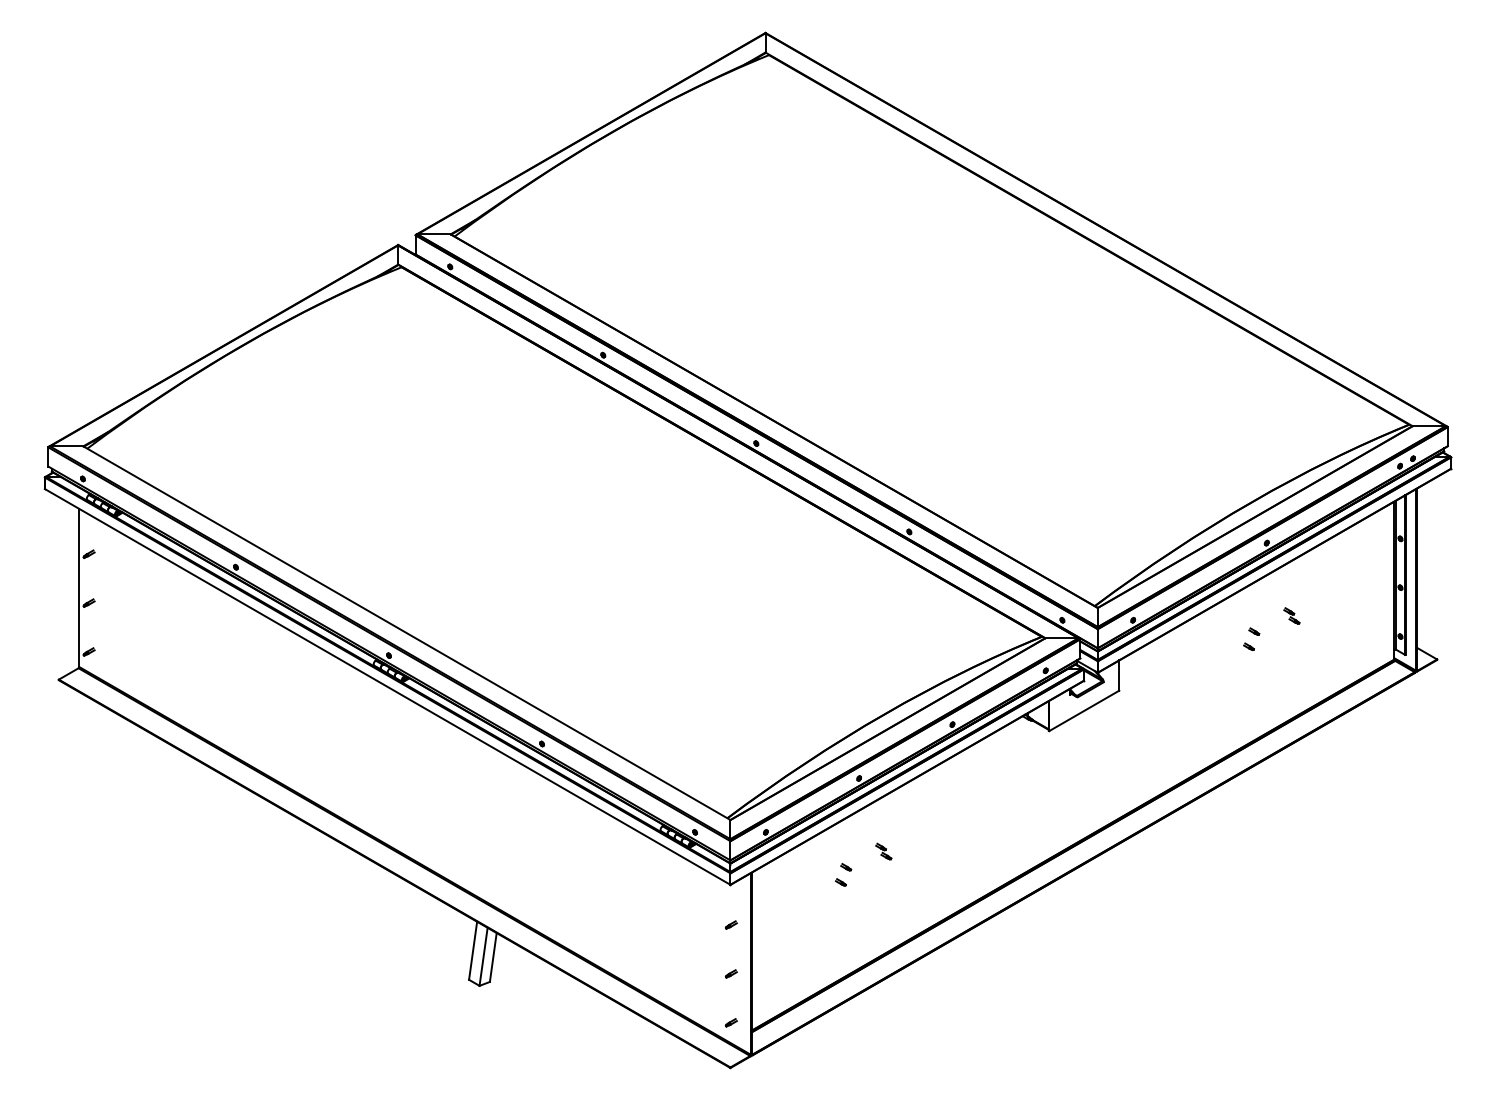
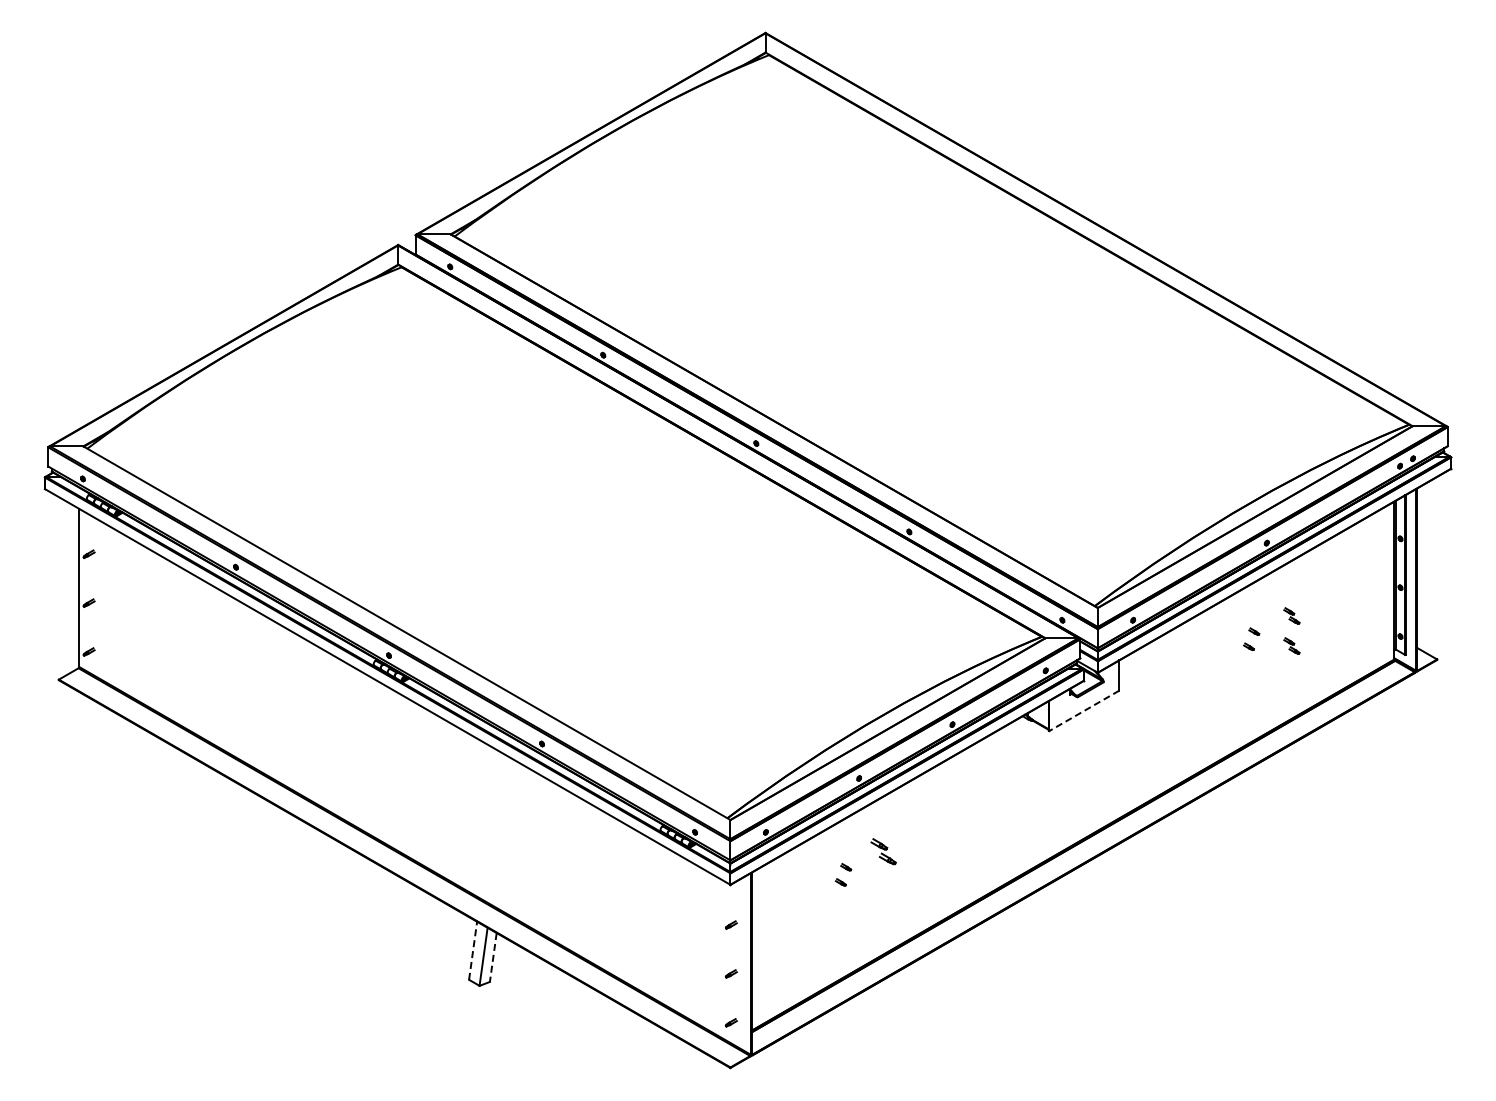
part at (1291, 645): none -> present
line at (1083, 711): solid -> dashed
part at (883, 851) size: 18x19 px -> 27x28 px
line at (473, 950): solid -> dashed
line at (493, 957): solid -> dashed
